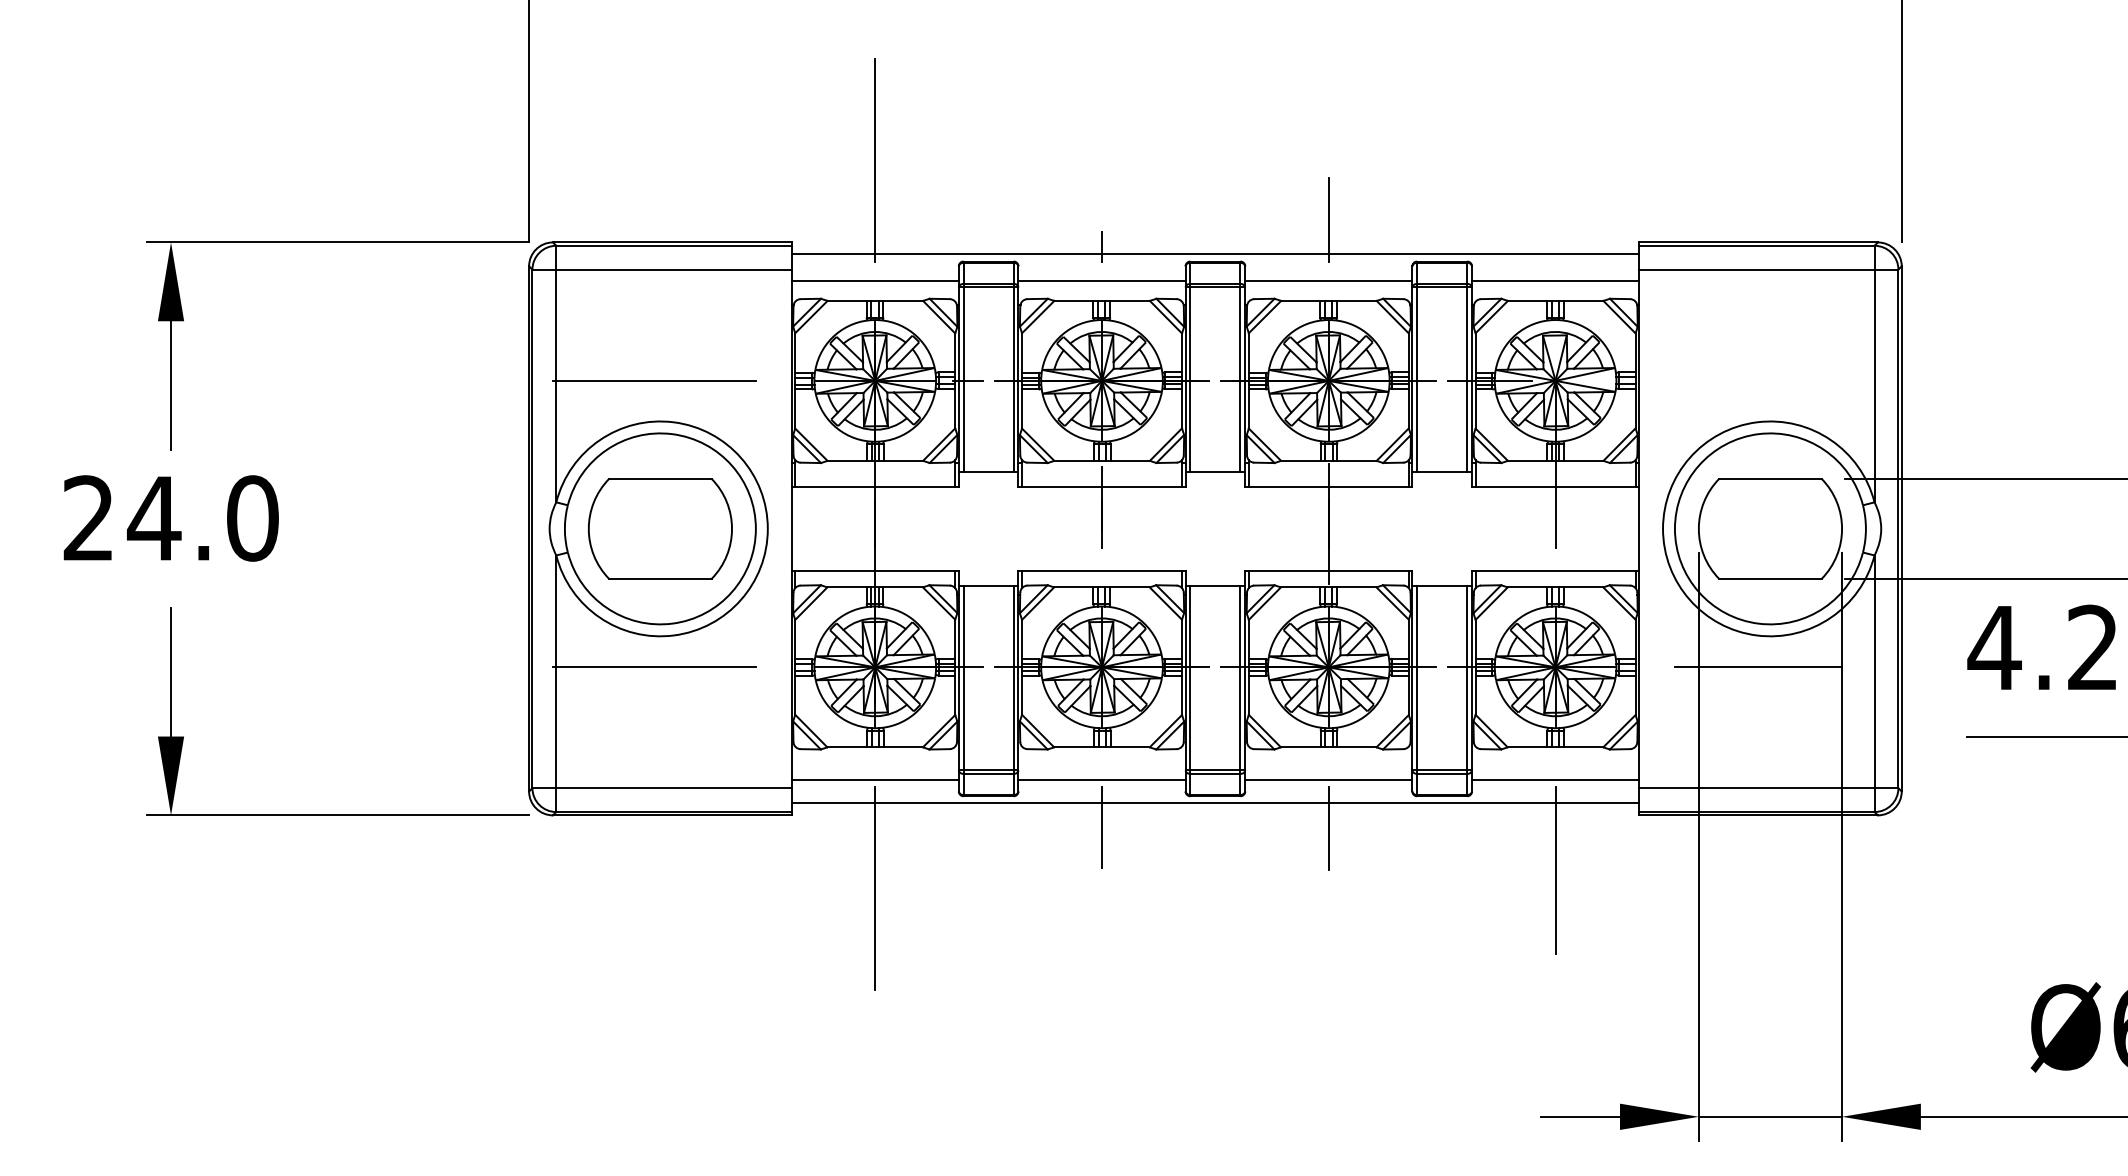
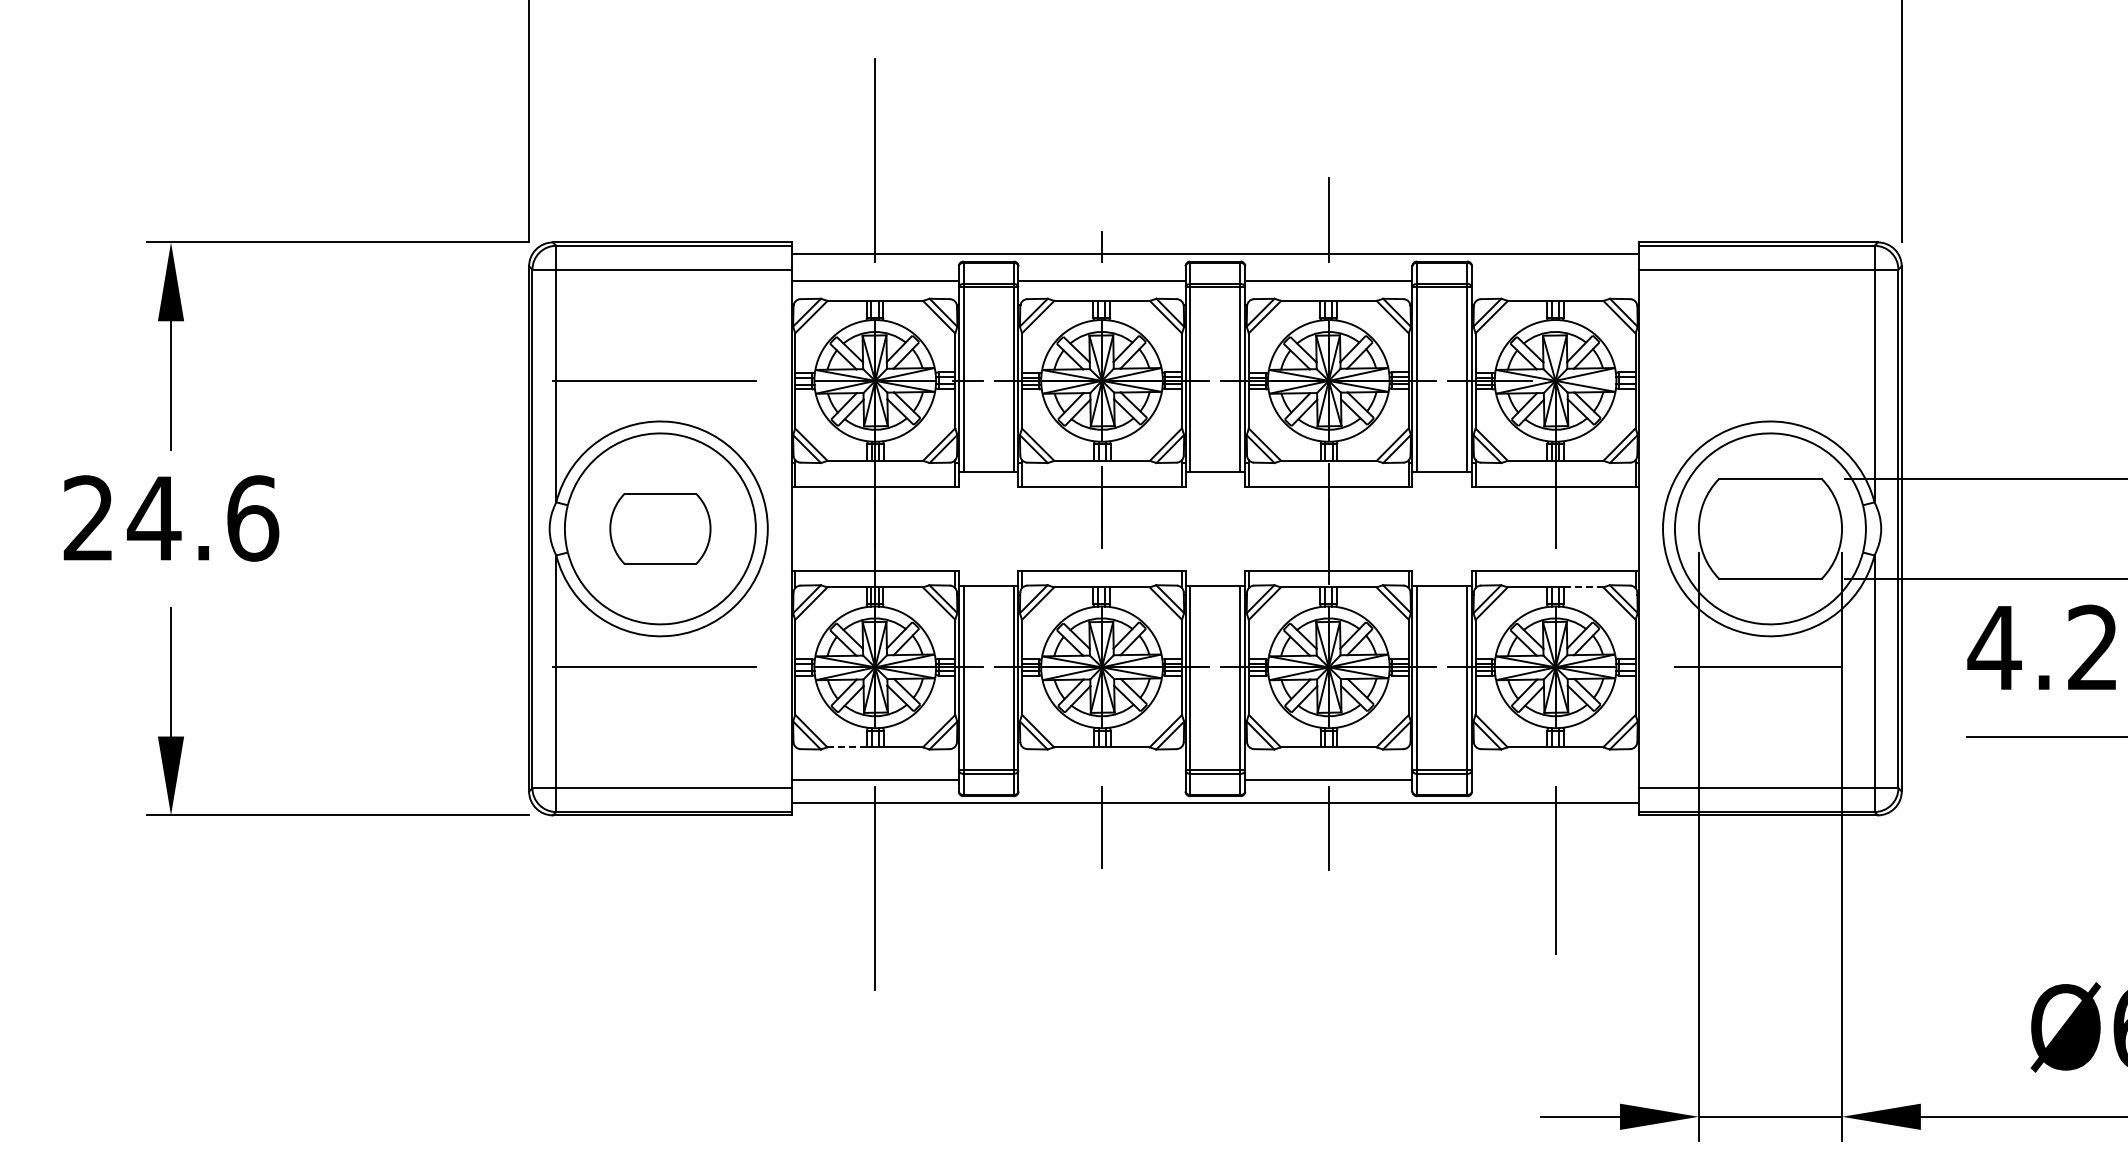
line at (1555, 280): present -> none
text at (253, 518): 24.0 -> 24.6
part at (660, 528) size: 145x102 px -> 103x72 px
line at (1583, 587): solid -> dashed
line at (847, 747): solid -> dashed
line at (1101, 779): present -> none
line at (1555, 779): present -> none
